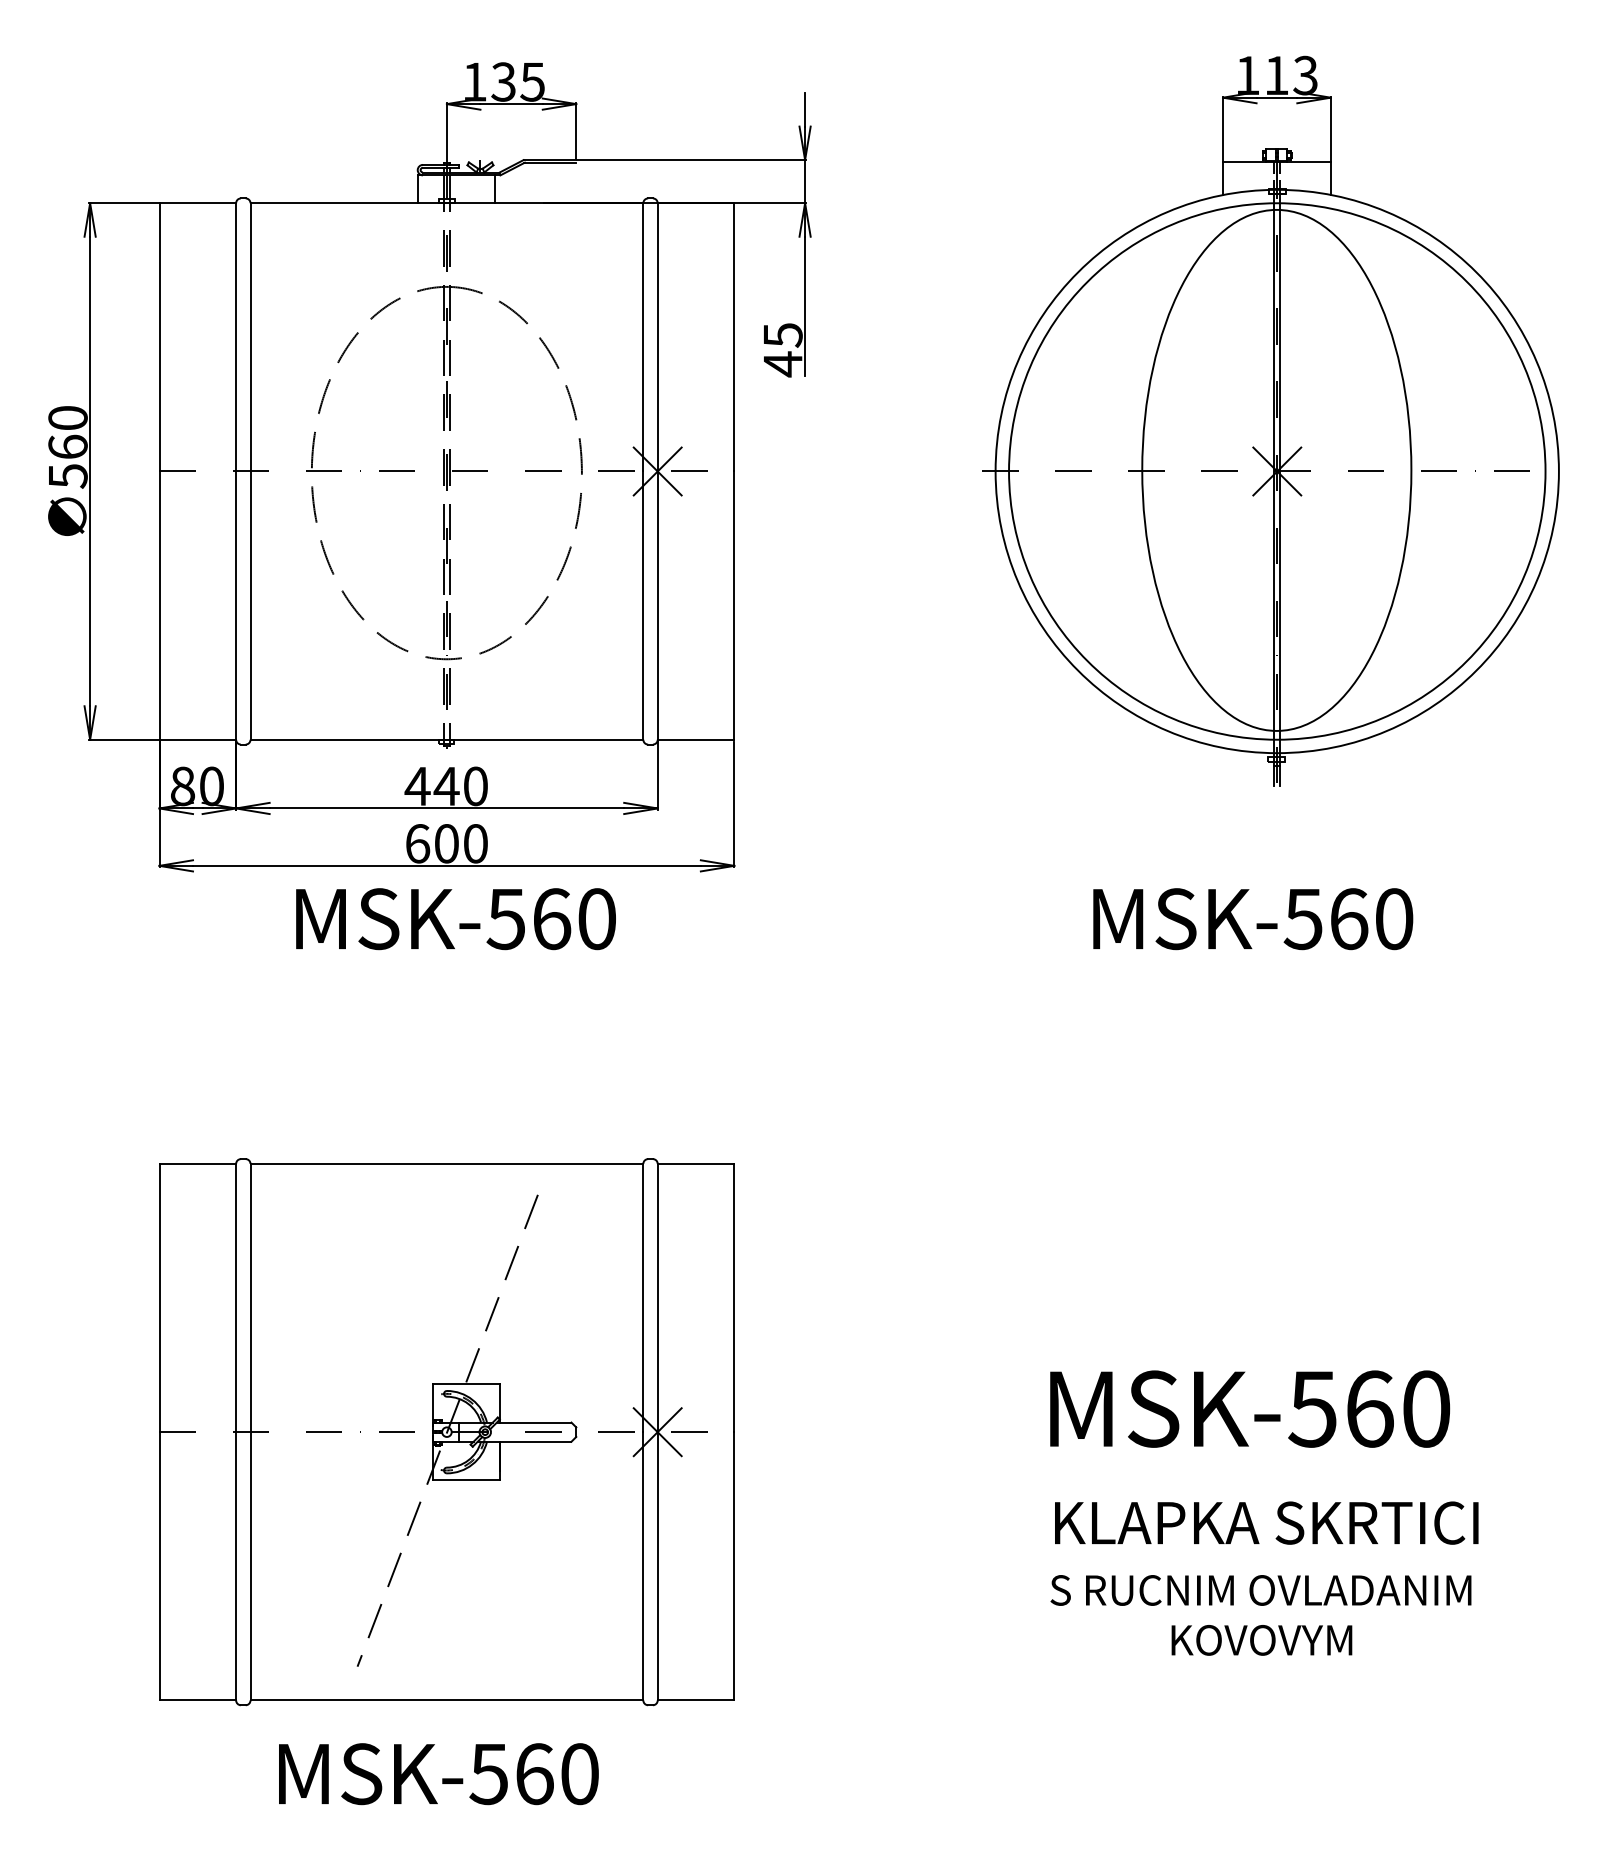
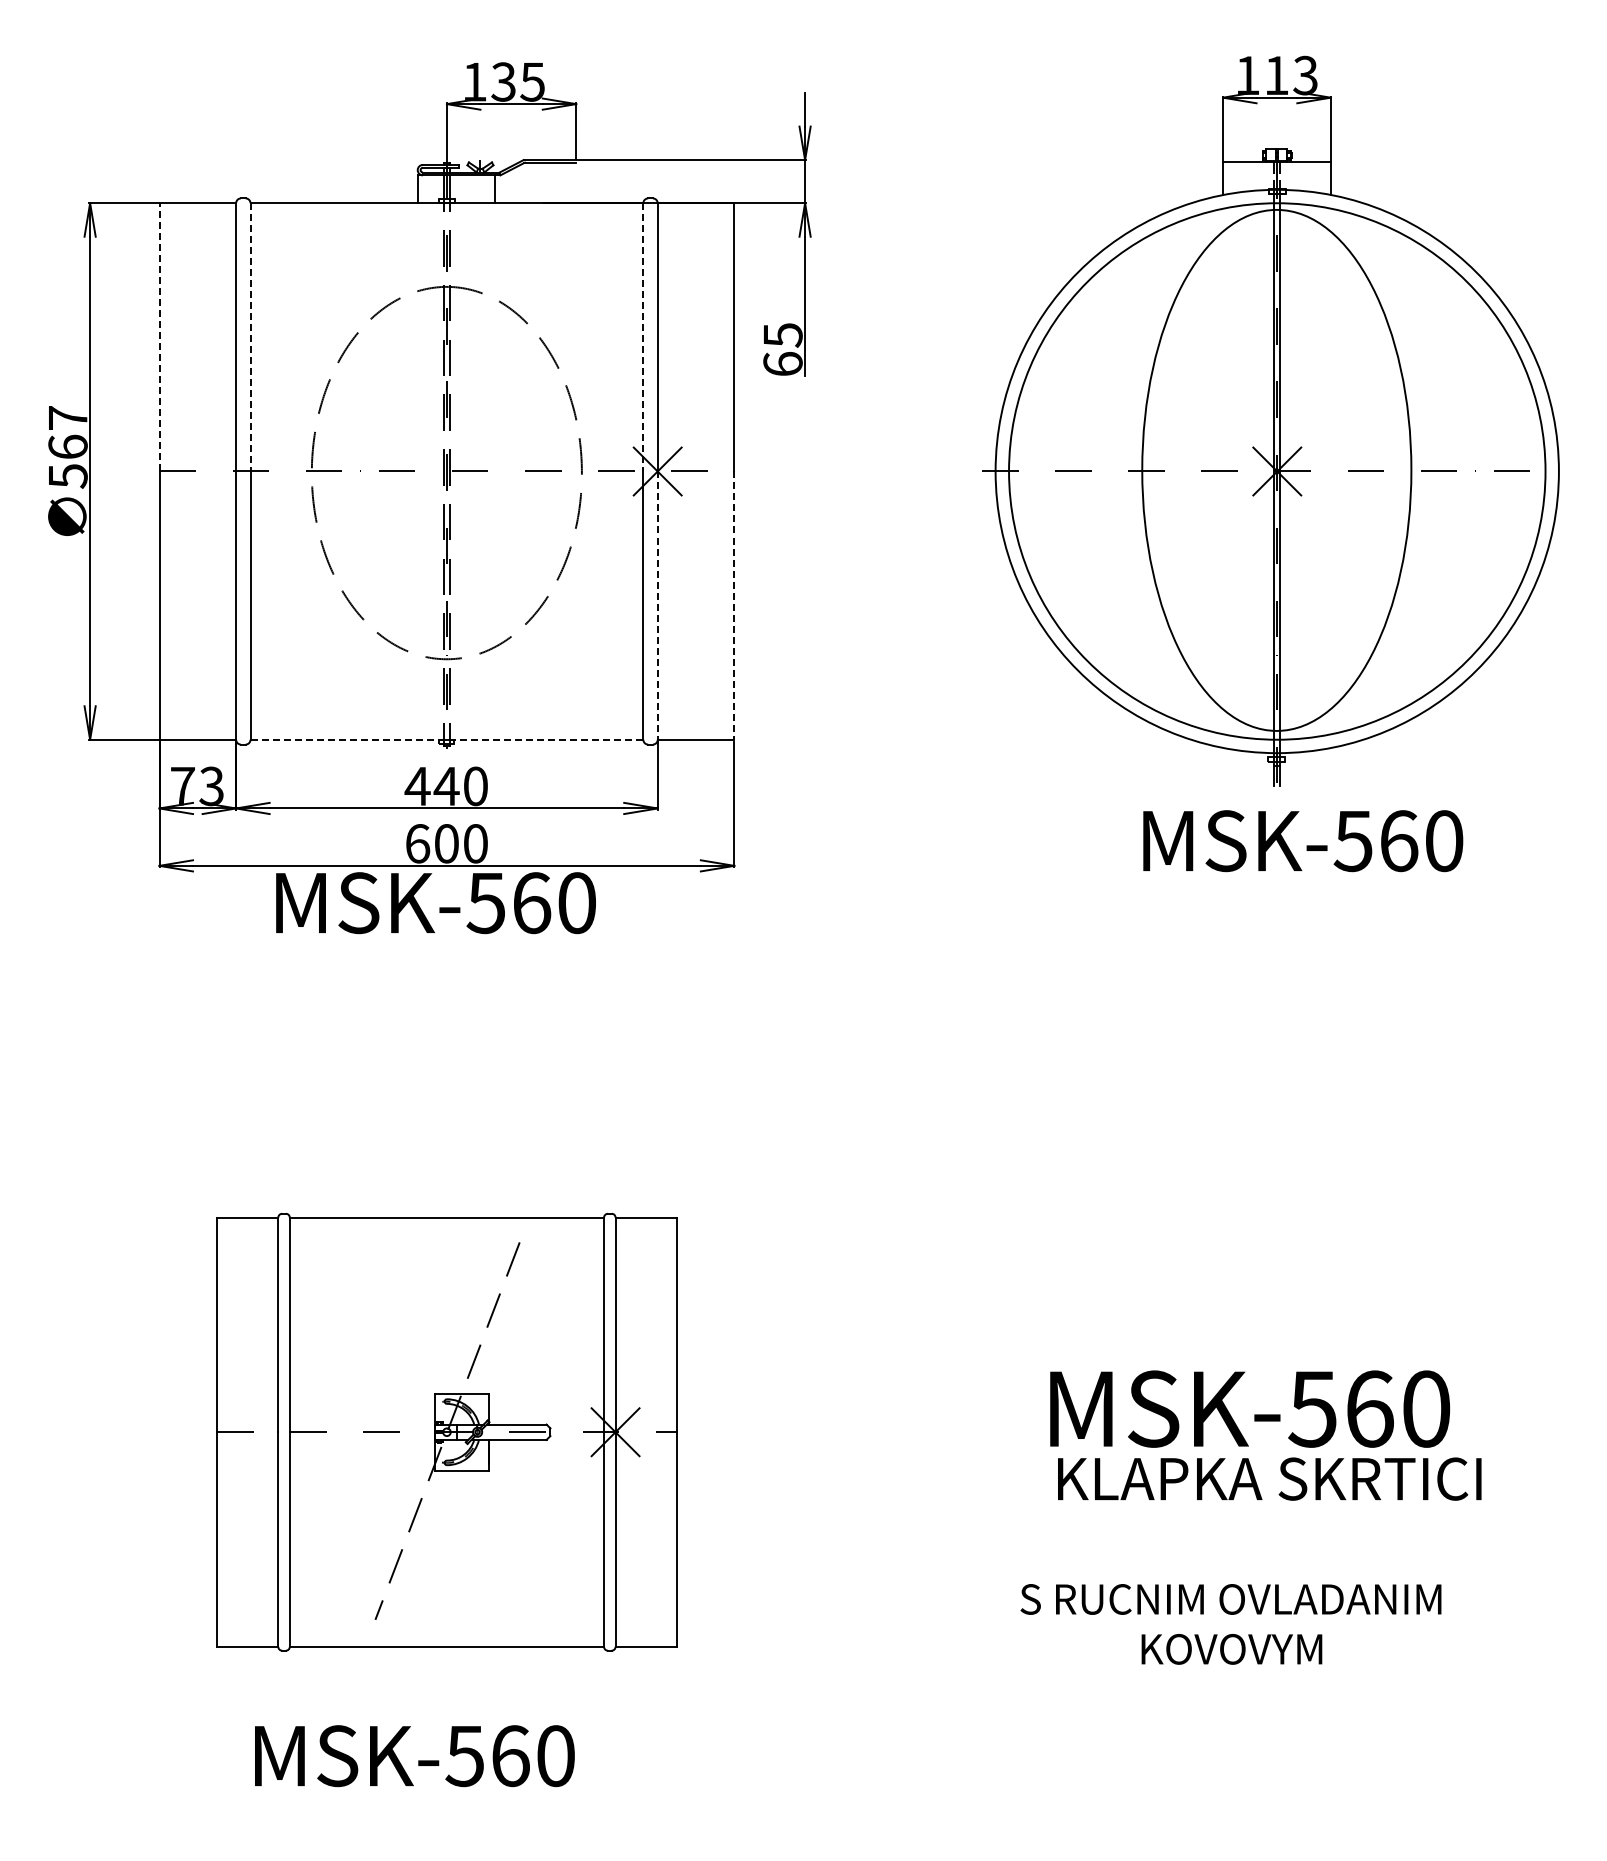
line at (159, 336): solid -> dashed
line at (250, 337): solid -> dashed
line at (643, 337): solid -> dashed
text at (782, 364): 45 -> 65
text at (67, 417): 560 -> 567
line at (657, 606): solid -> dashed
line at (734, 606): solid -> dashed
line at (446, 739): solid -> dashed
text at (197, 786): 80 -> 73
text at (455, 919) position: (455, 919) -> (435, 903)
text at (1253, 919) position: (1253, 919) -> (1303, 841)
part at (446, 1432) size: 576x549 px -> 462x440 px
text at (1266, 1522) position: (1266, 1522) -> (1269, 1478)
text at (1260, 1615) position: (1260, 1615) -> (1230, 1624)
text at (438, 1774) position: (438, 1774) -> (414, 1756)
